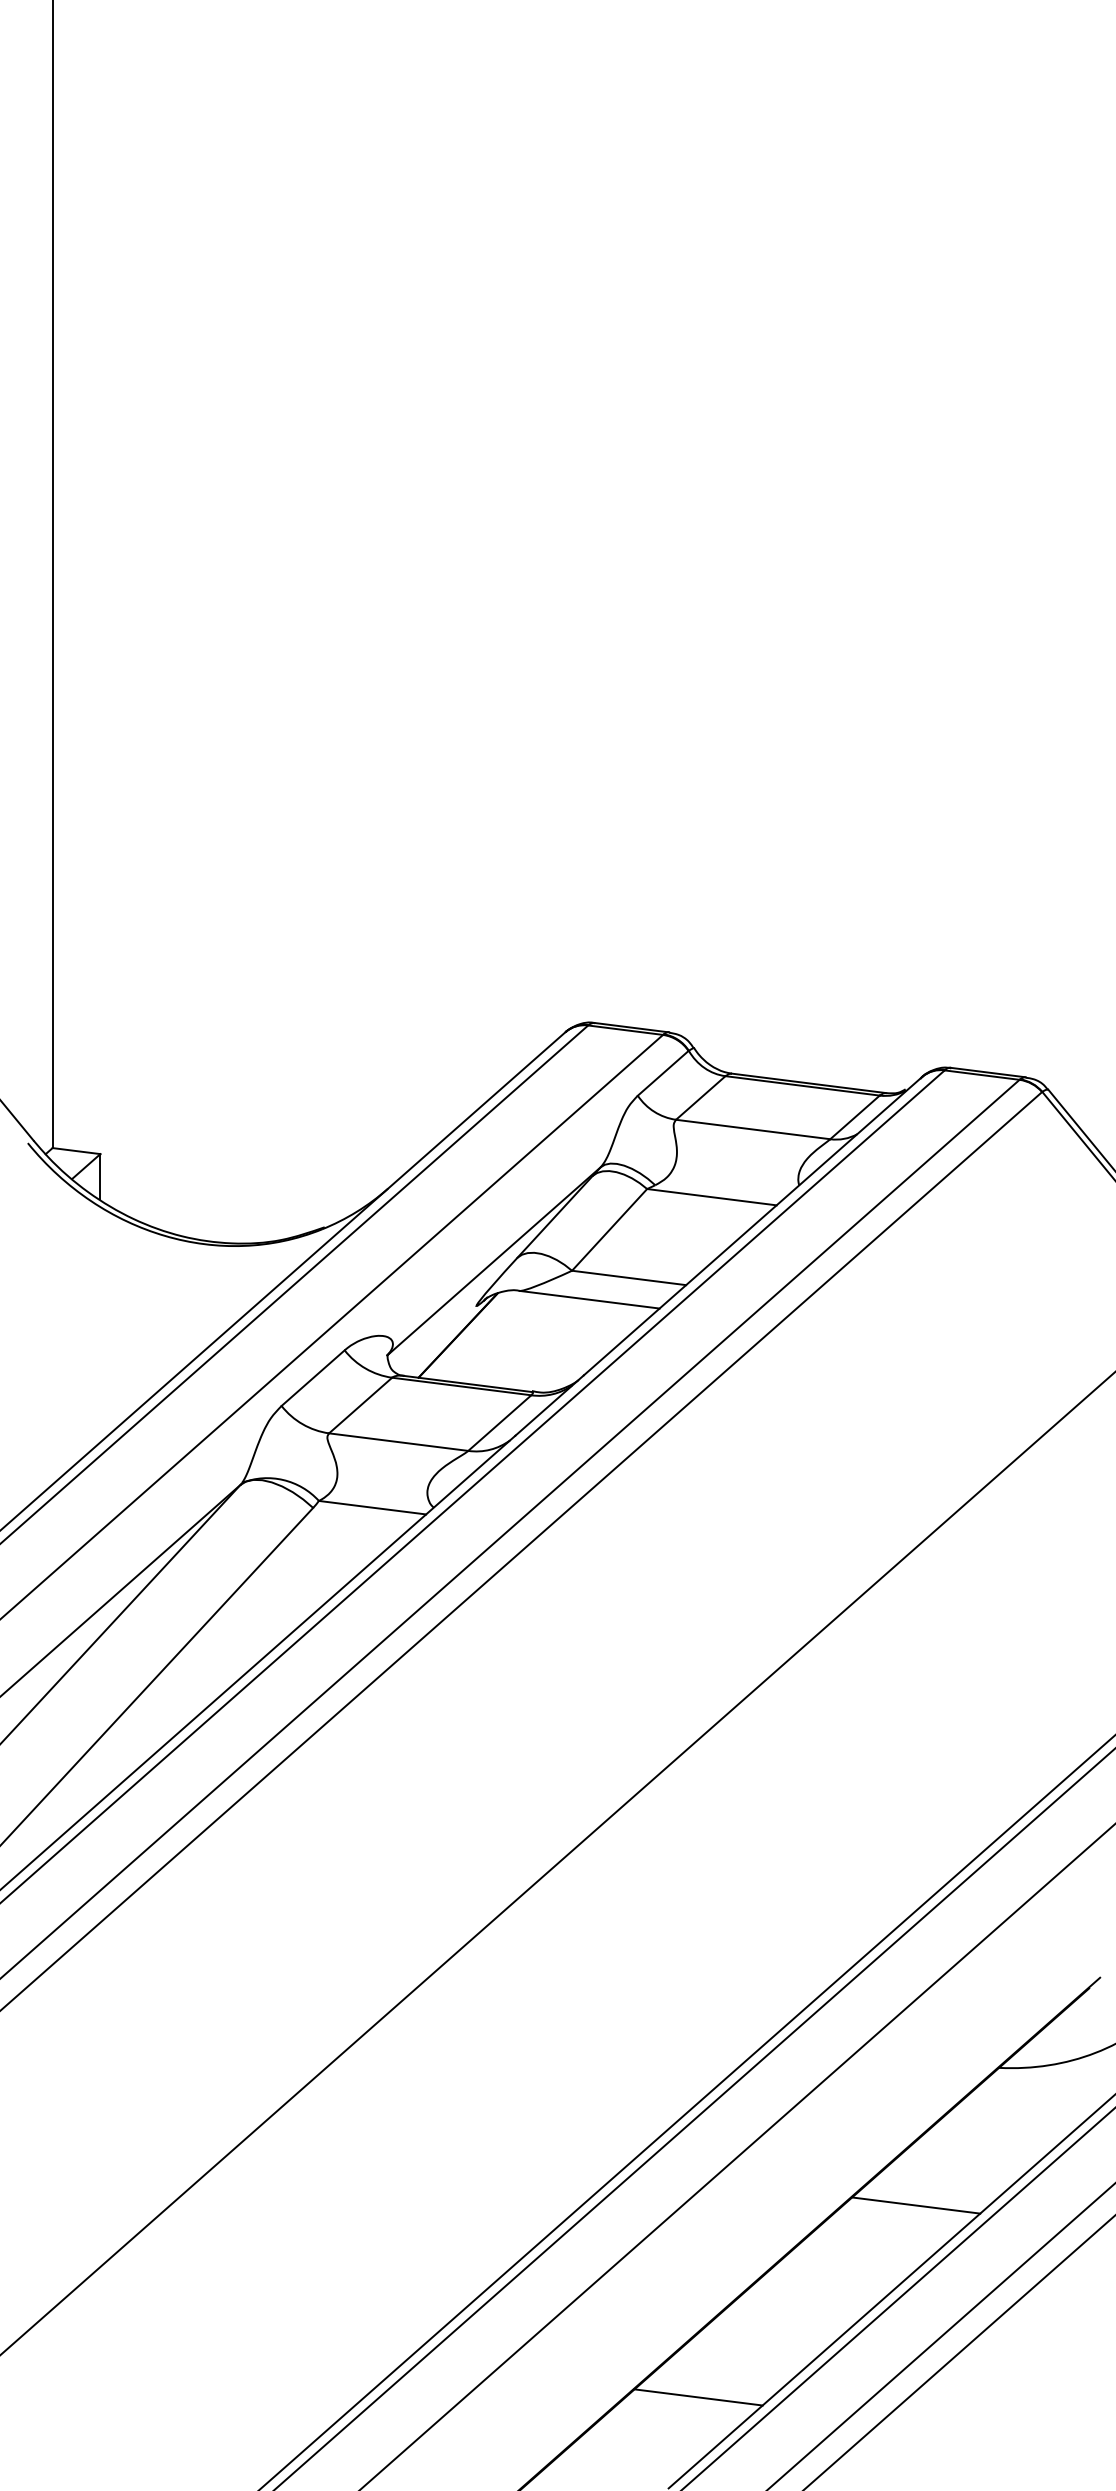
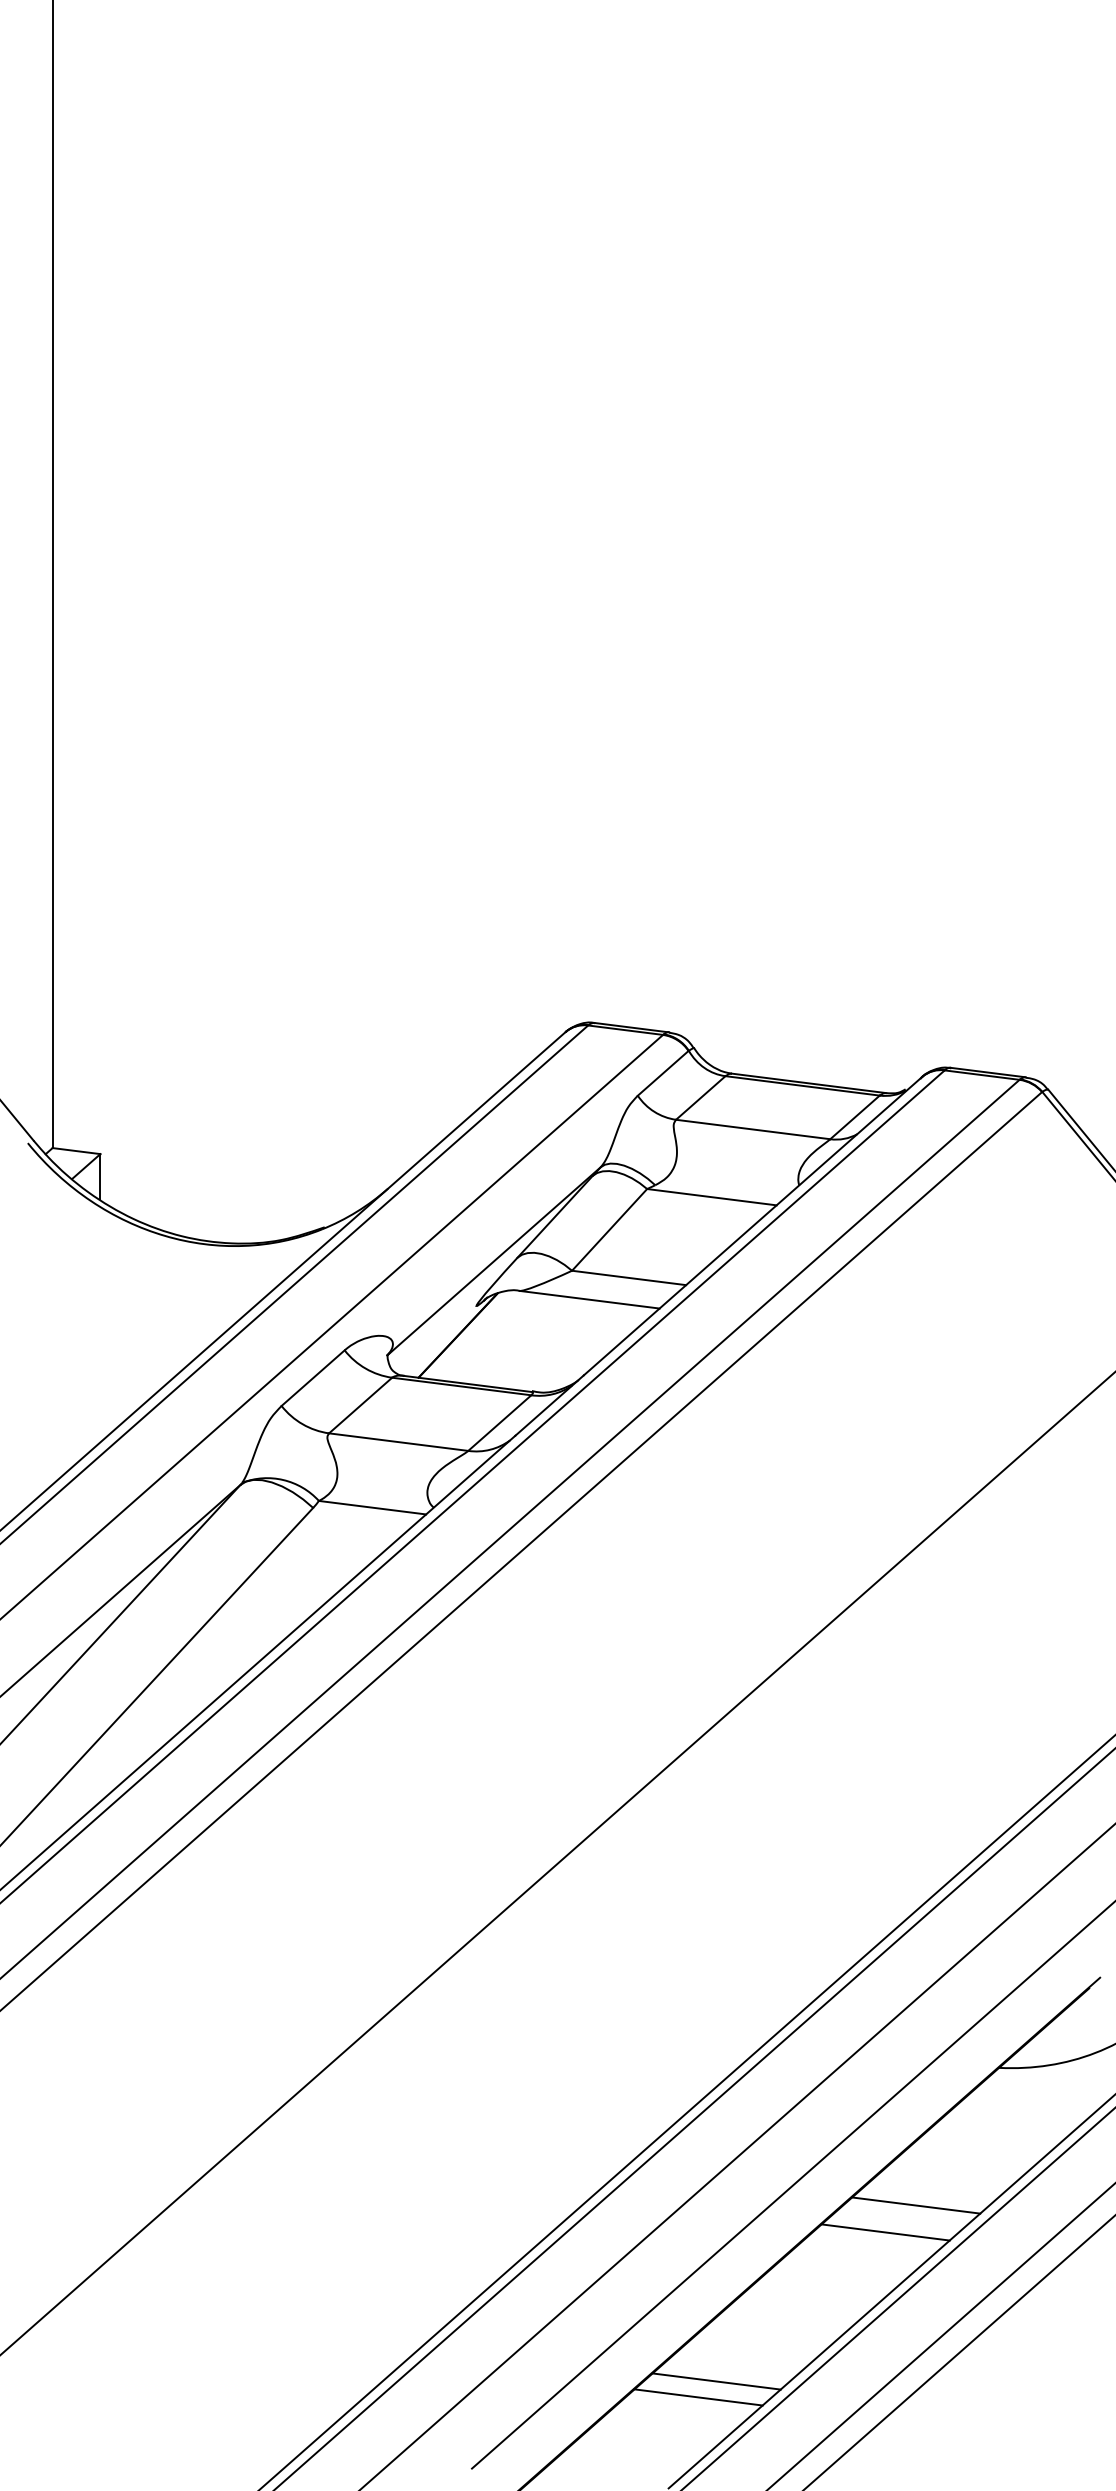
line at (792, 2185): none -> present
line at (885, 2232): none -> present
line at (716, 2381): none -> present
